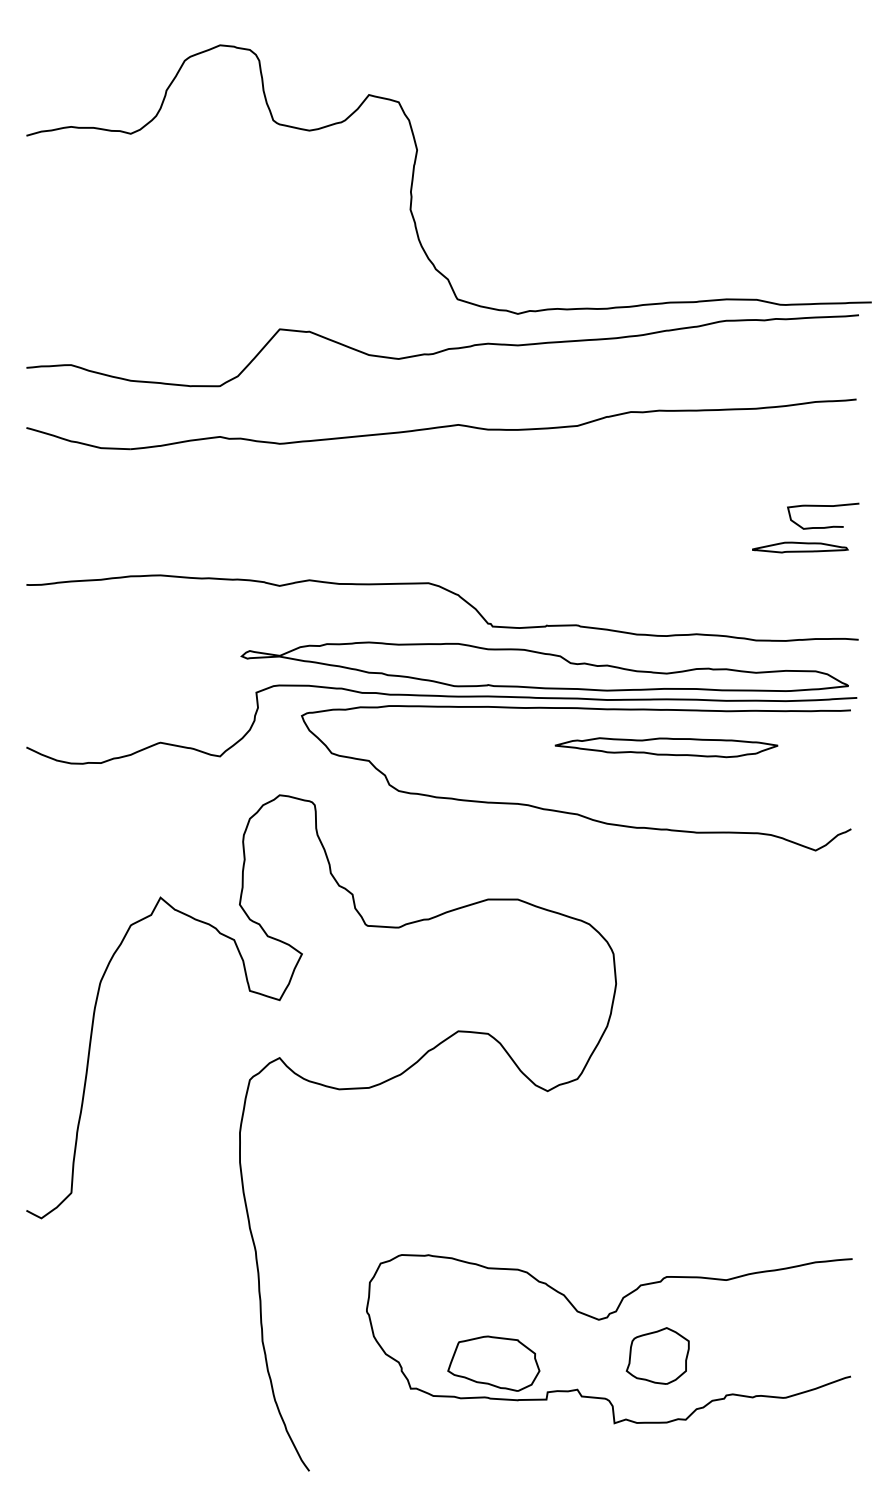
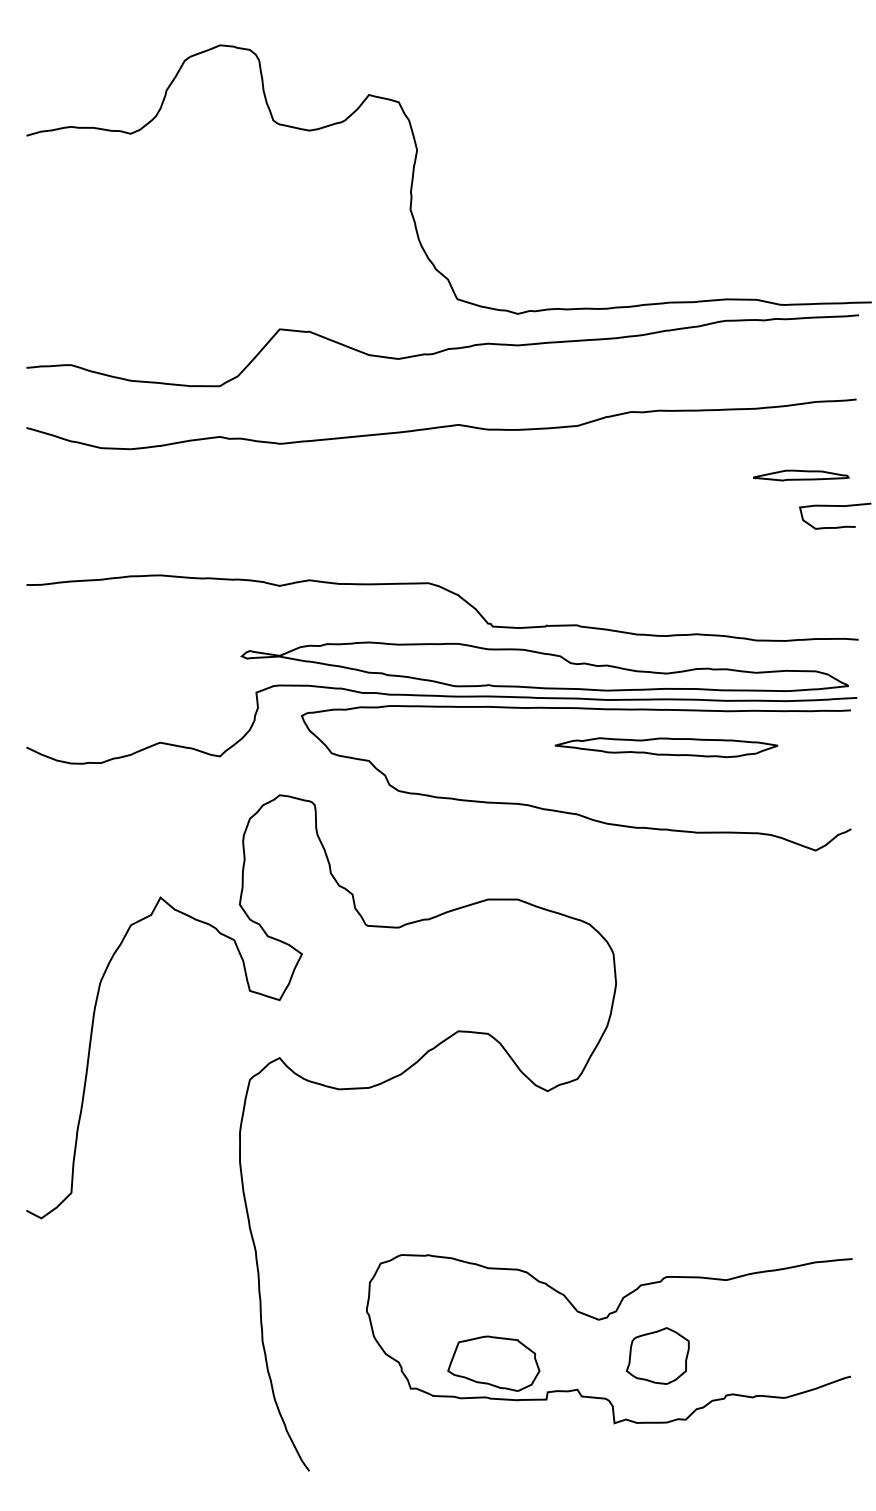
curve at (823, 506) position: (823, 506) -> (835, 506)
part at (800, 547) position: (800, 547) -> (801, 475)
